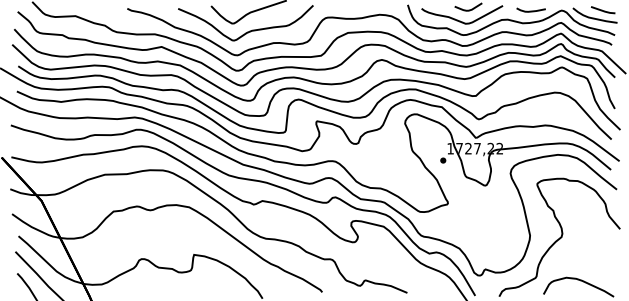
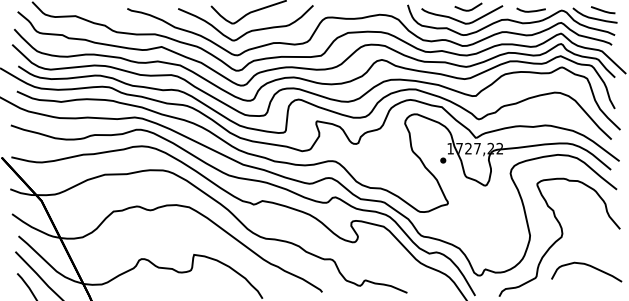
curve at (580, 281) position: (580, 281) -> (588, 266)
